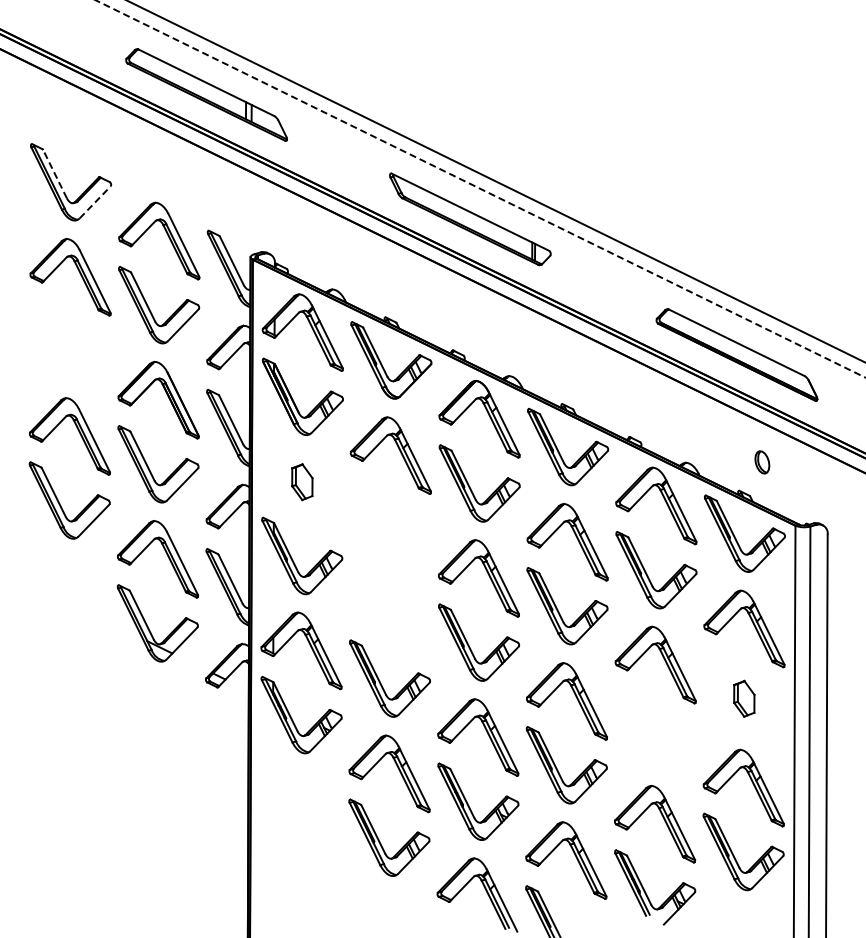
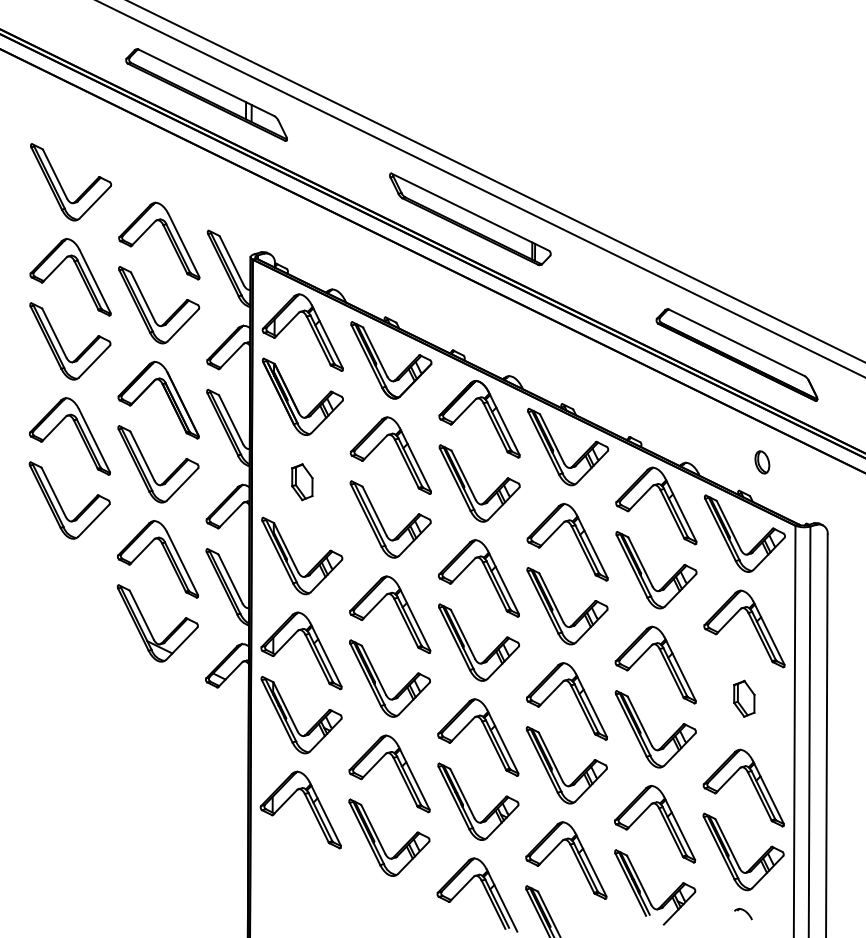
line at (55, 174): dashed -> solid
line at (480, 188): dashed -> solid
line at (95, 201): dashed -> solid
part at (61, 345): none -> present
part at (382, 524): none -> present
part at (398, 609): none -> present
part at (647, 734): none -> present
part at (309, 805): none -> present
part at (743, 913): none -> present
